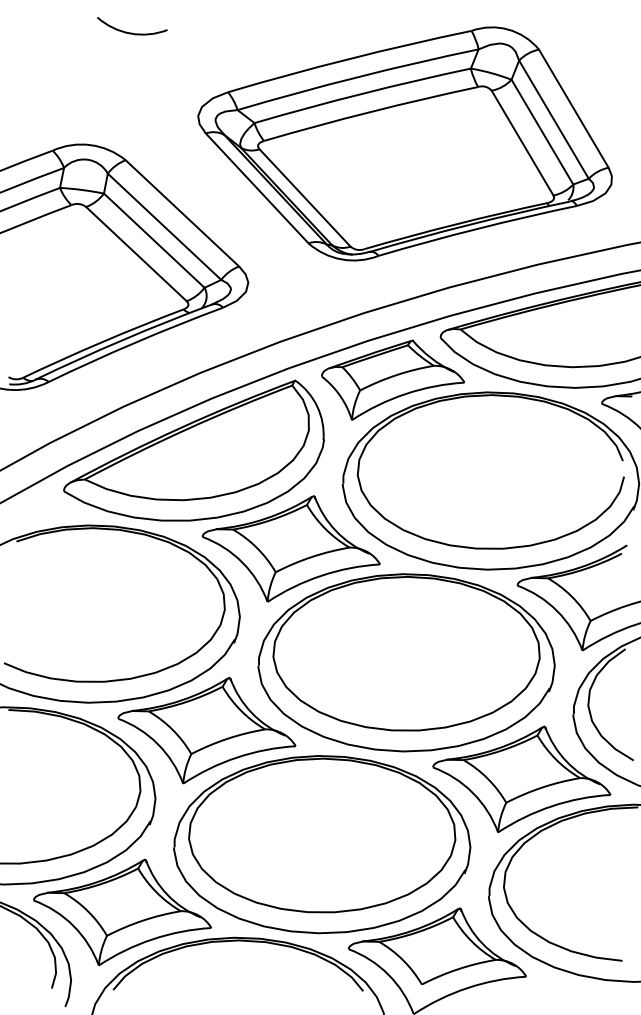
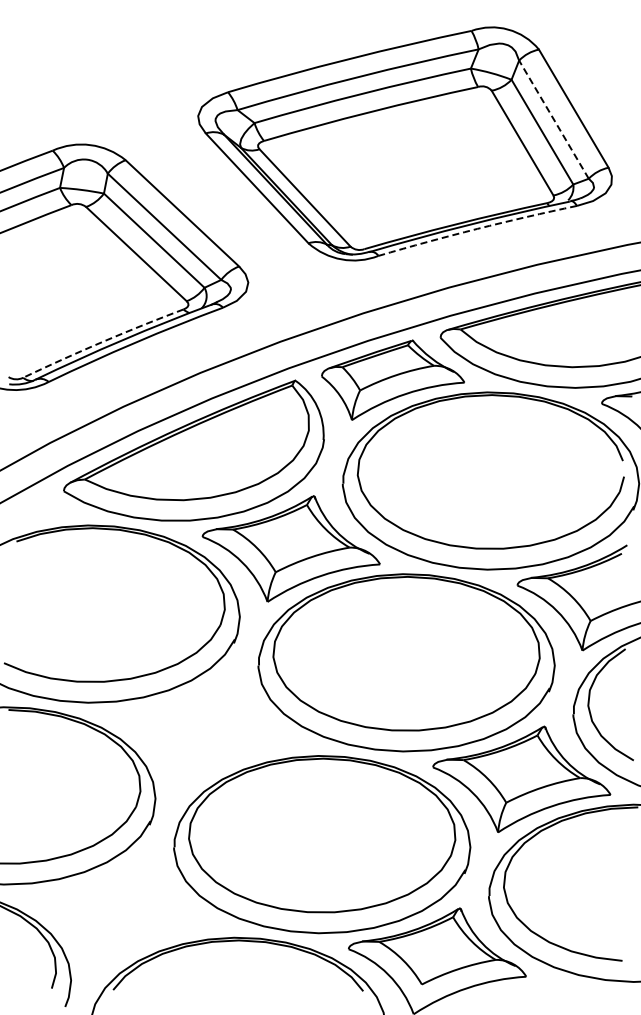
arc at (132, 32): present -> none
line at (553, 119): solid -> dashed
arc at (477, 228): solid -> dashed
arc at (102, 341): solid -> dashed
part at (206, 730): present -> none
part at (122, 912): present -> none
